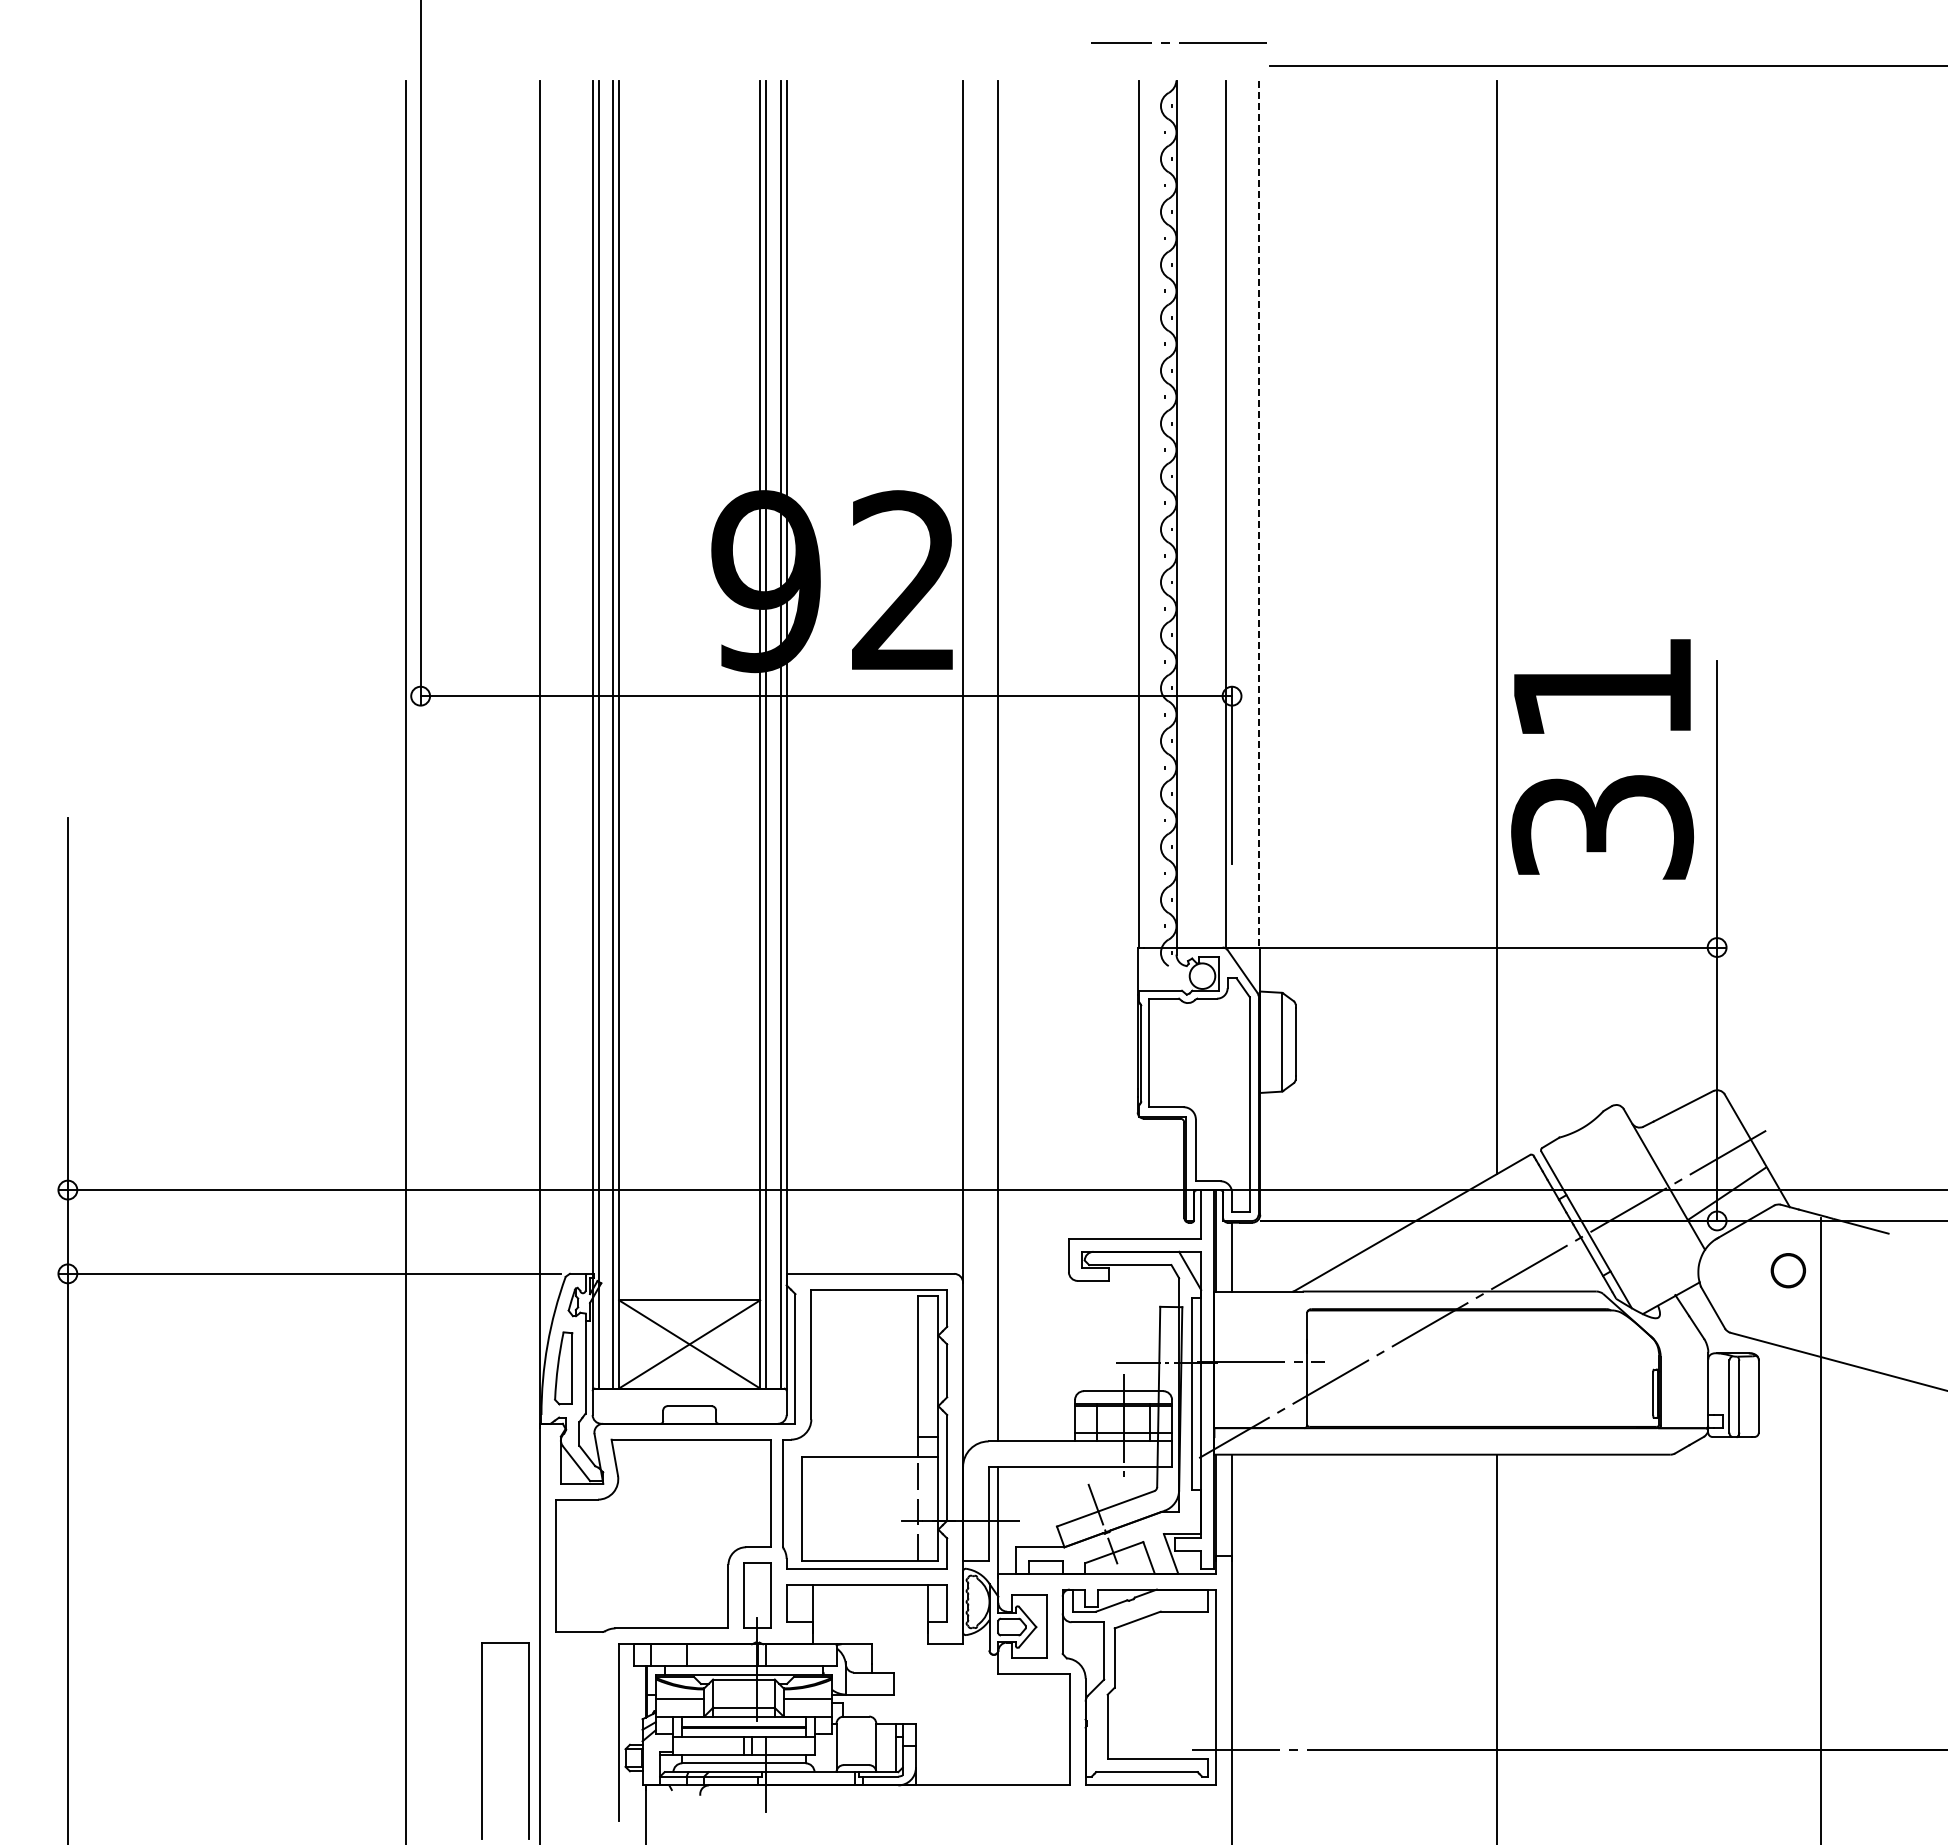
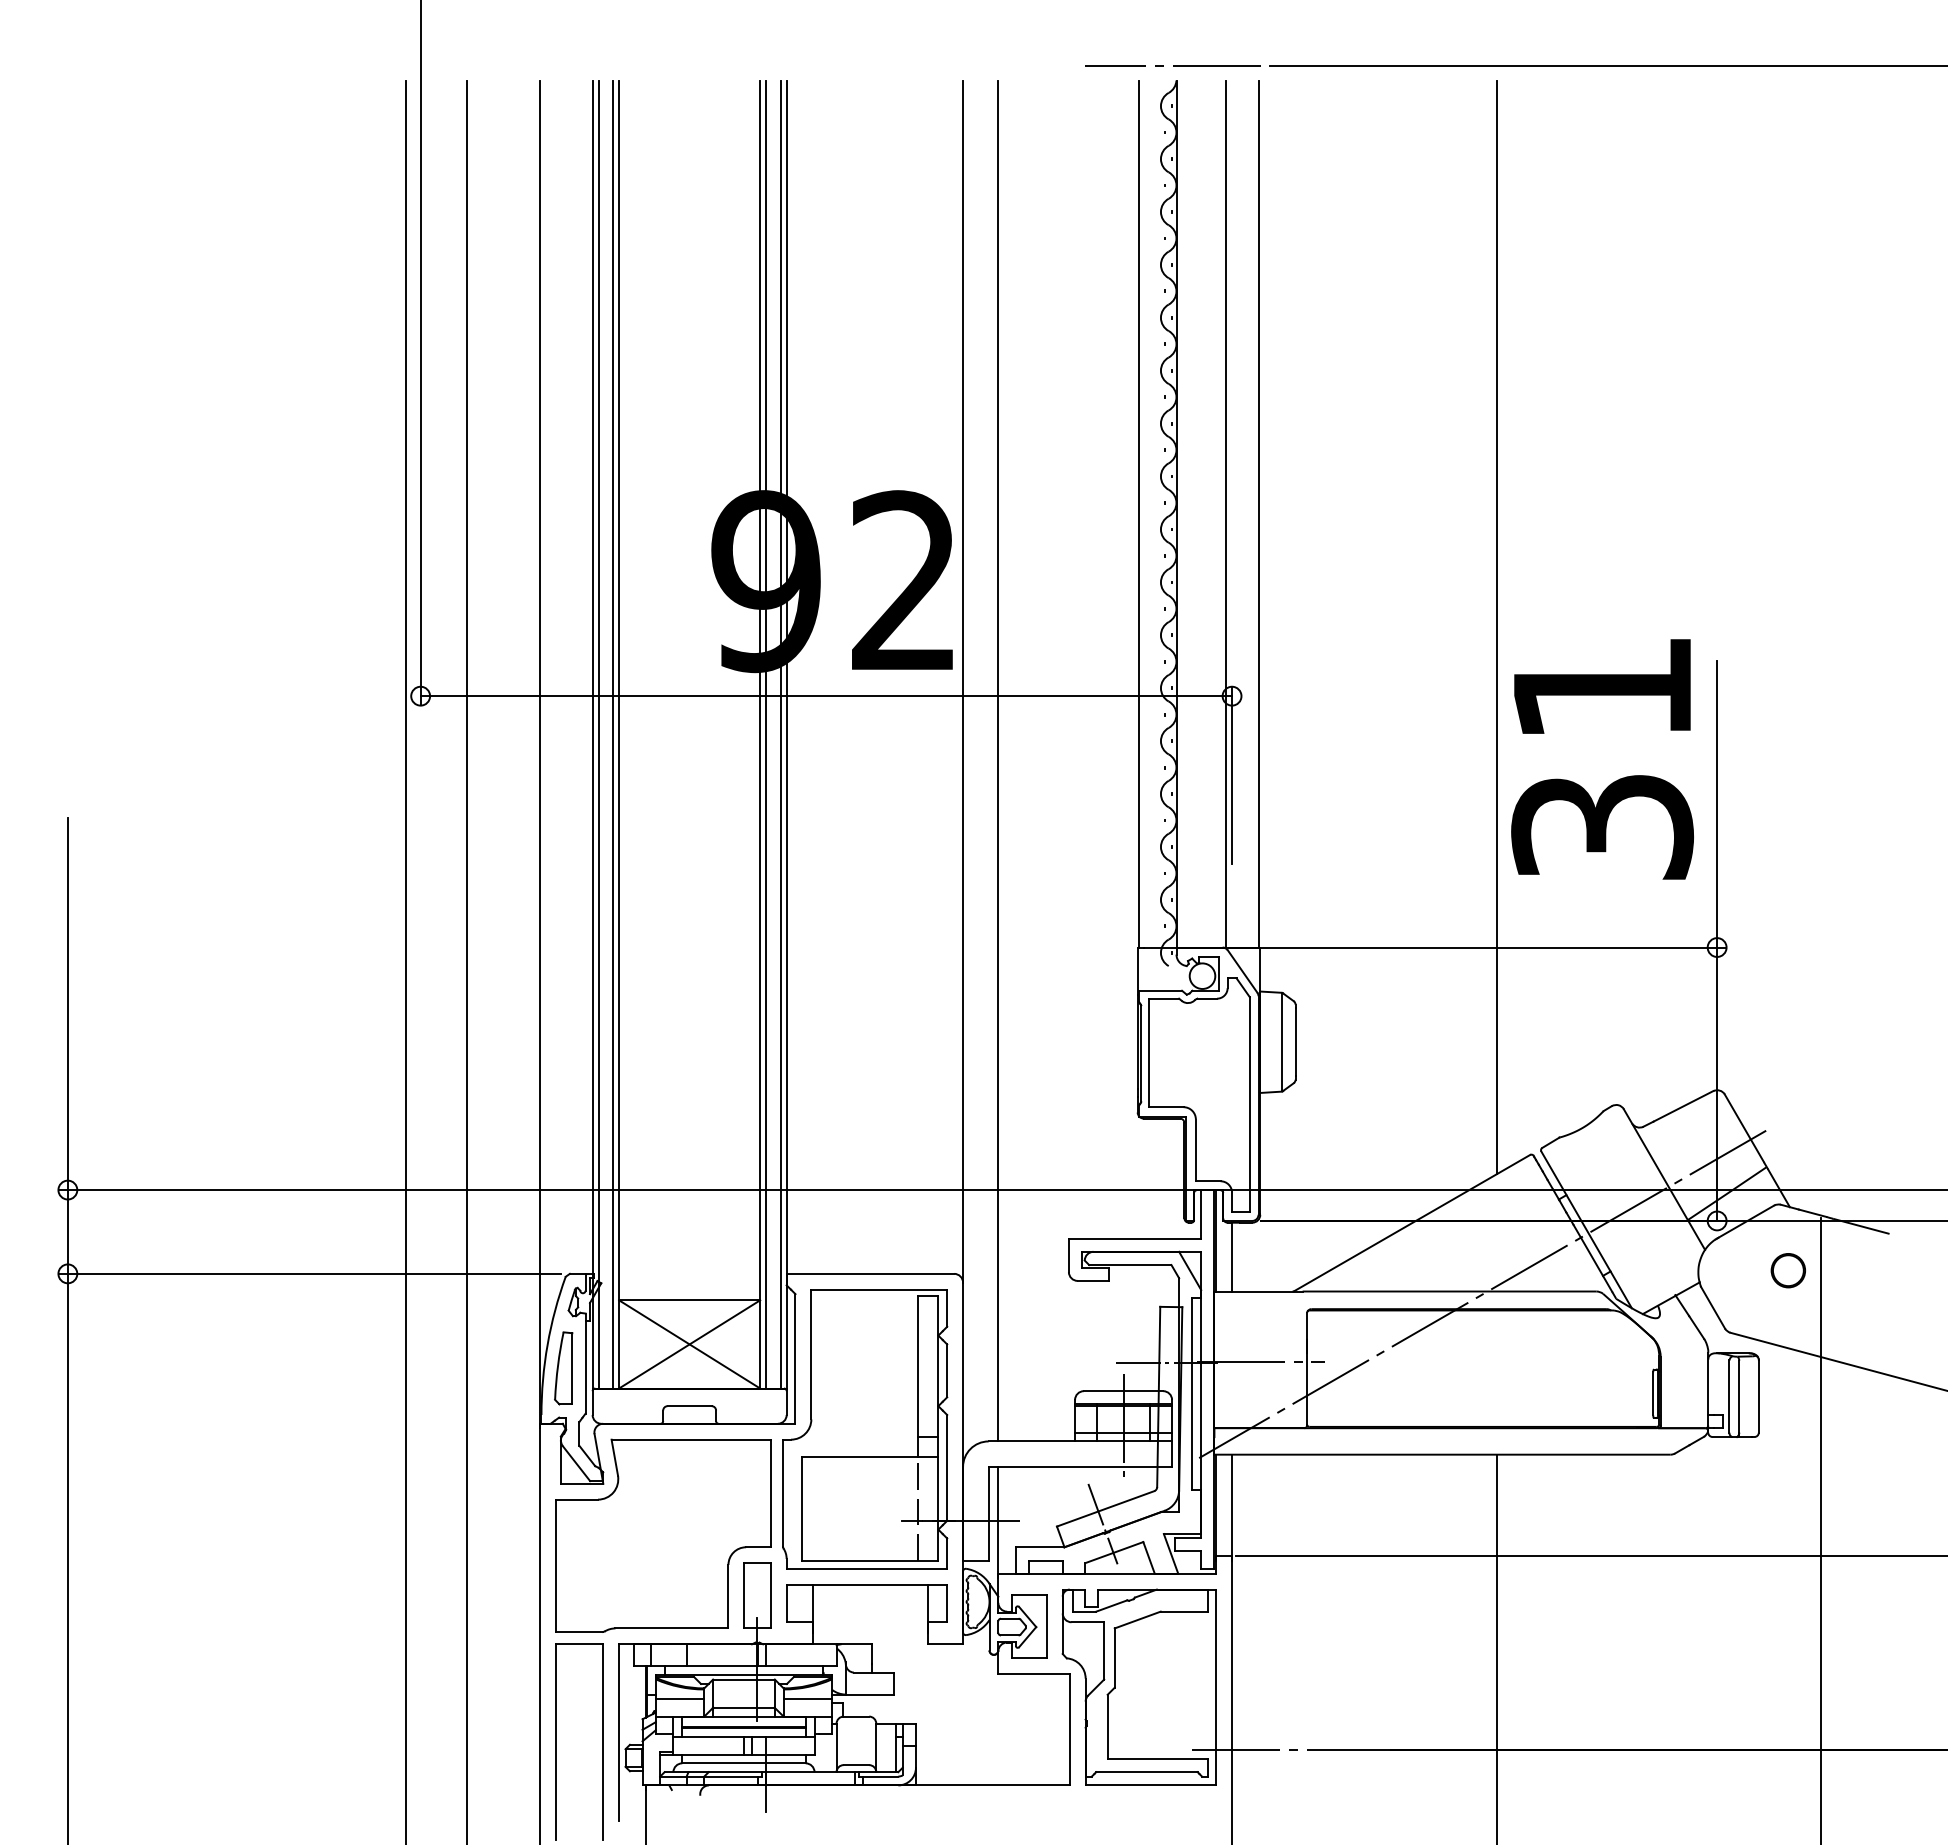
line at (1179, 42) position: (1179, 42) -> (1173, 65)
line at (1258, 514): dashed -> solid
line at (467, 960): none -> present
line at (1590, 1556): none -> present
part at (482, 1740) position: (482, 1740) -> (556, 1741)
